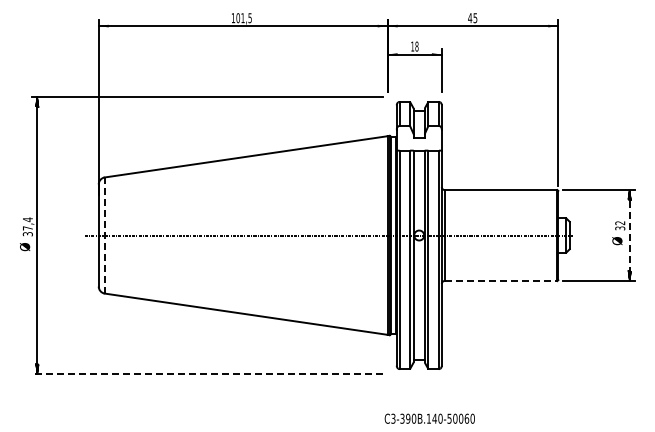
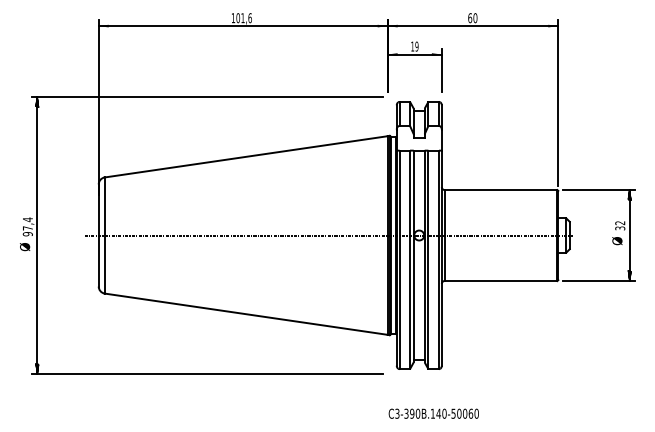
text at (249, 18): 101,5 -> 101,6
text at (472, 18): 45 -> 60
text at (416, 46): 18 -> 19
text at (27, 234): 37,4 -> 97,4
line at (104, 235): dashed -> solid
line at (629, 236): dashed -> solid
line at (501, 281): dashed -> solid
line at (207, 374): dashed -> solid
text at (429, 418) position: (429, 418) -> (433, 413)
